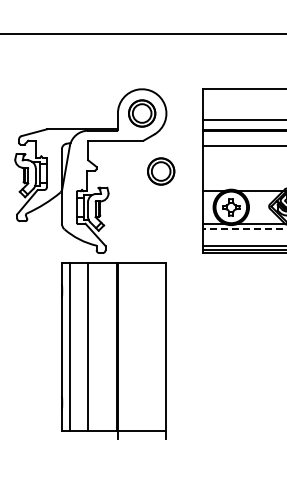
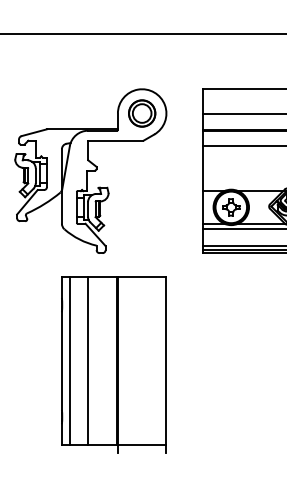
line at (243, 119) position: (243, 119) -> (243, 113)
part at (161, 171): present -> none
line at (244, 229): dashed -> solid
part at (113, 350) position: (113, 350) -> (113, 364)
